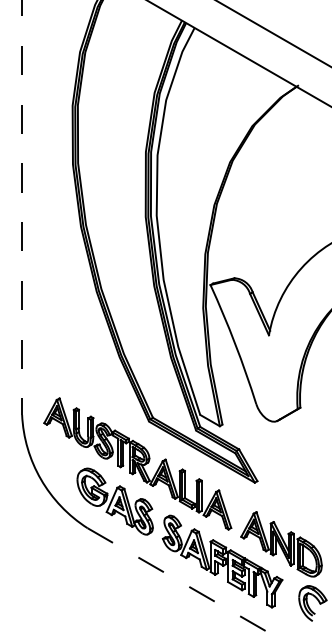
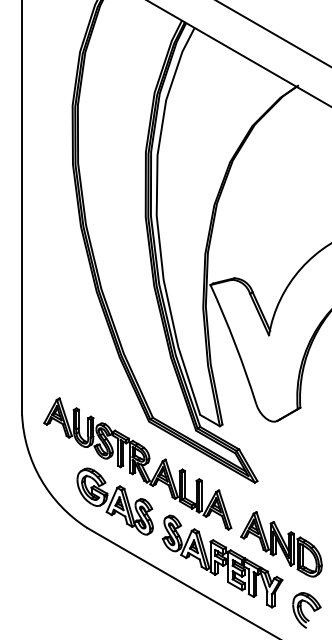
line at (22, 208): dashed -> solid
line at (184, 584): dashed -> solid
part at (312, 603) position: (312, 603) -> (306, 610)
